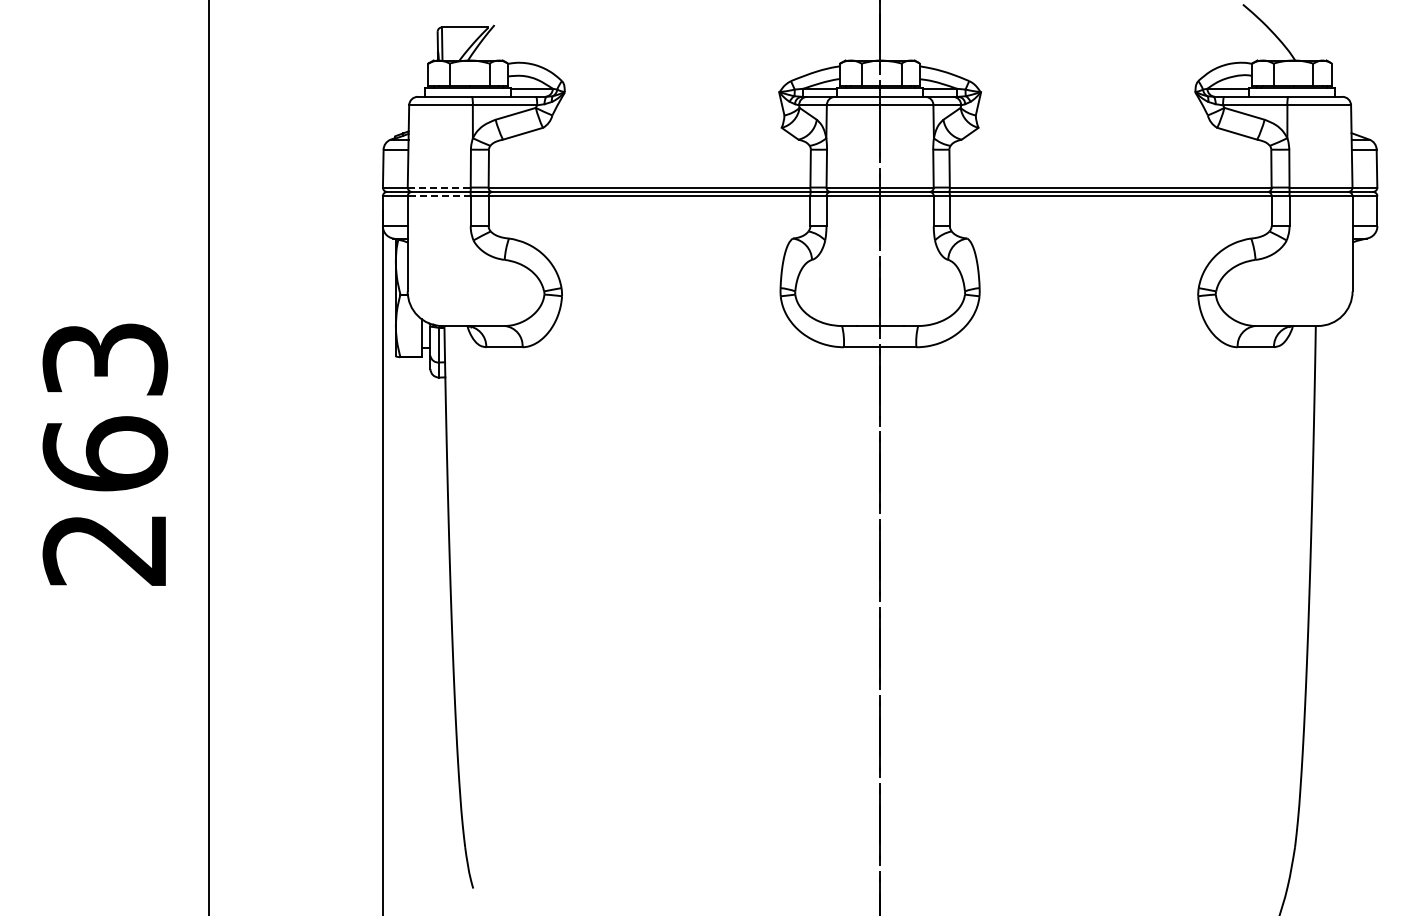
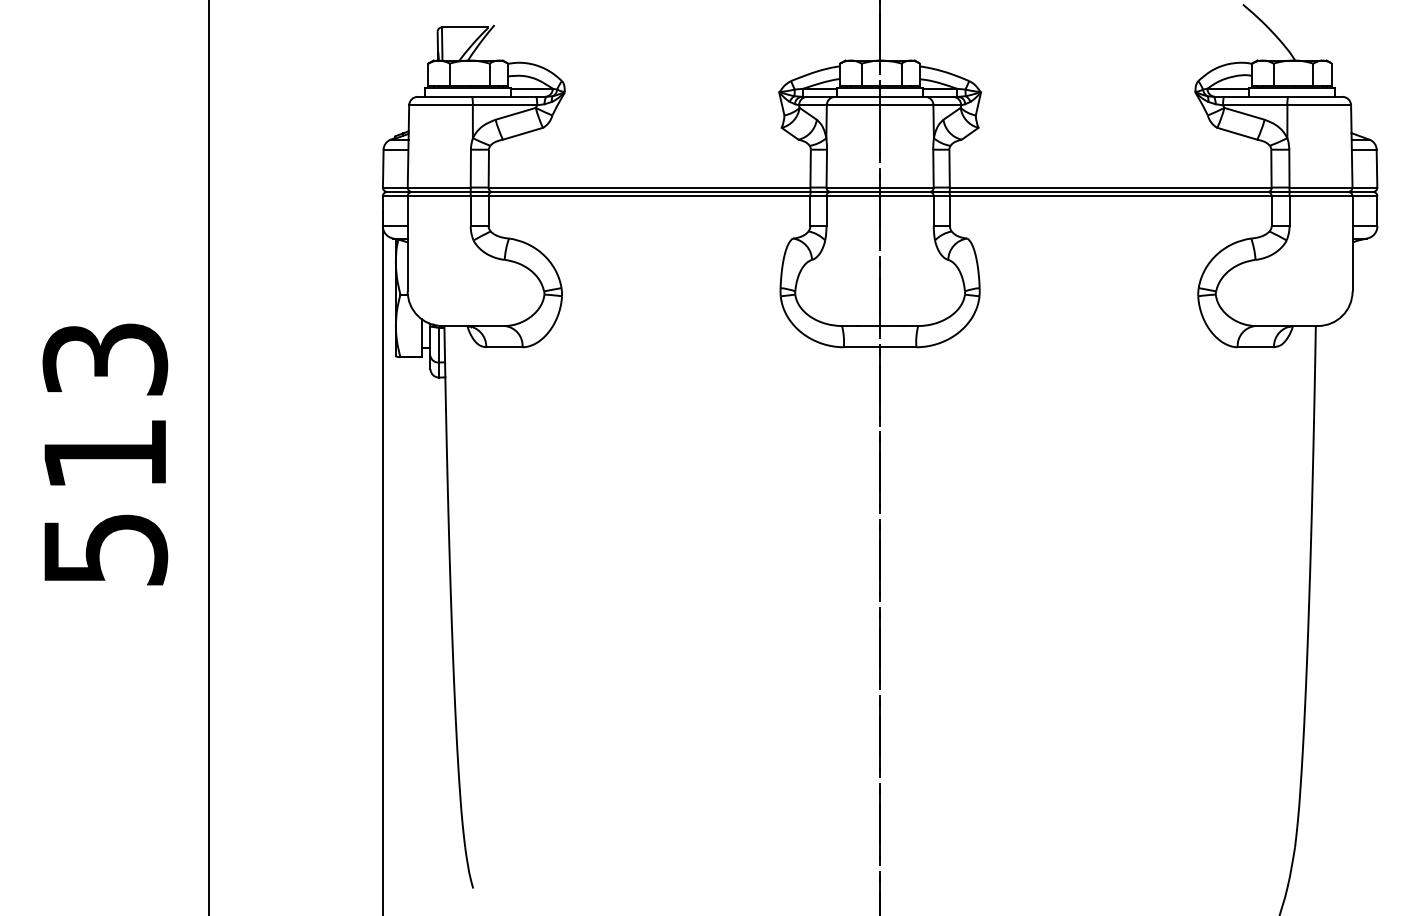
line at (439, 187): dashed -> solid
line at (439, 196): dashed -> solid
text at (105, 500): 263 -> 513
